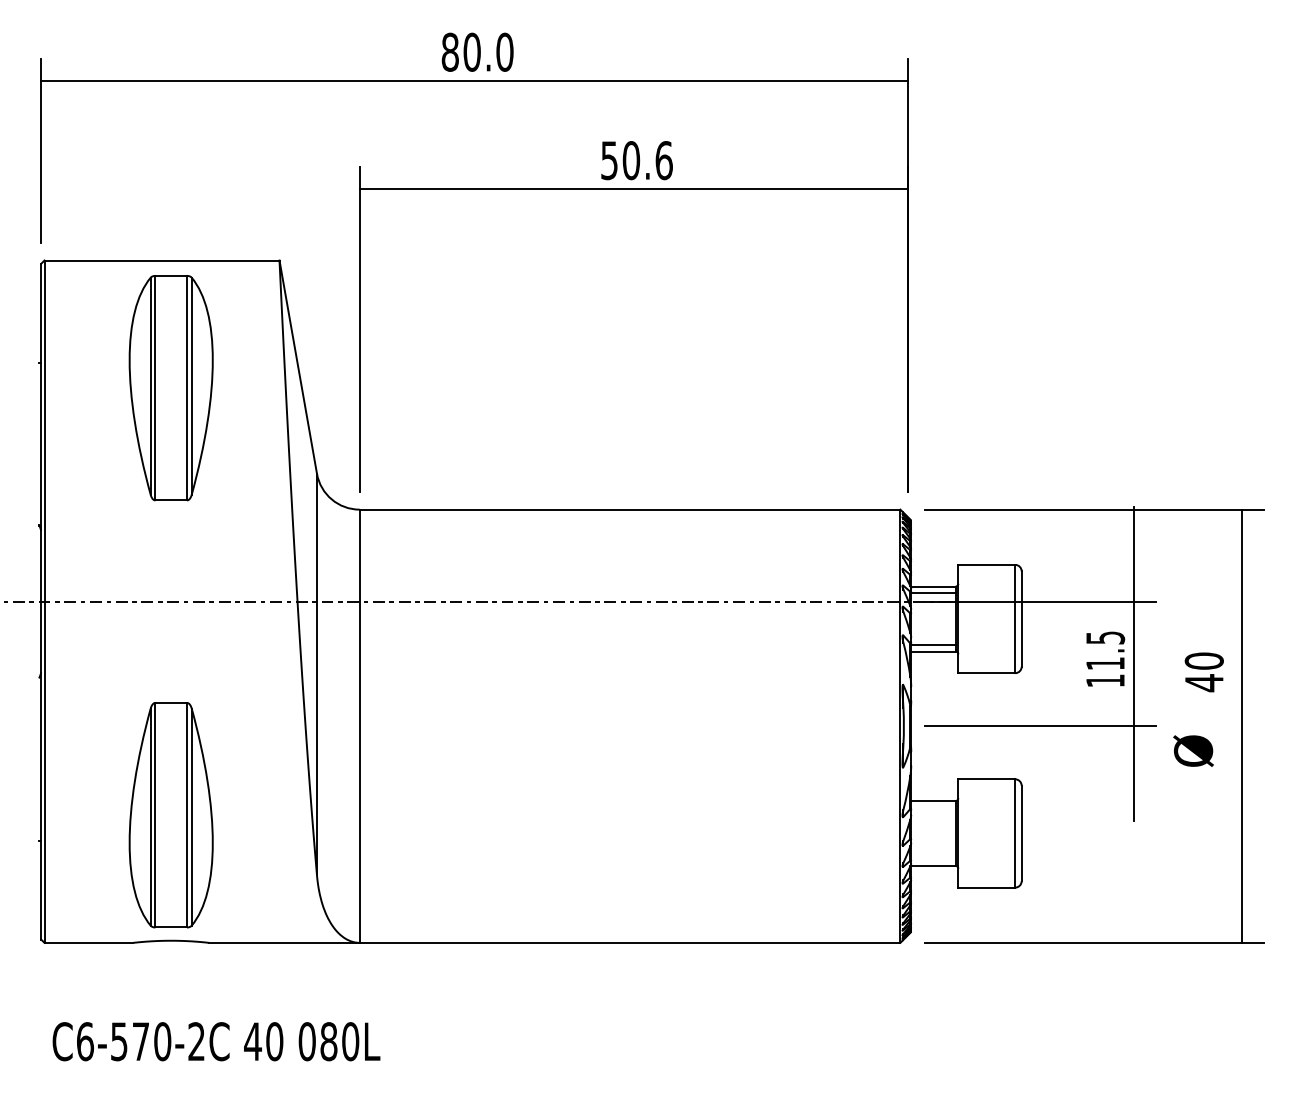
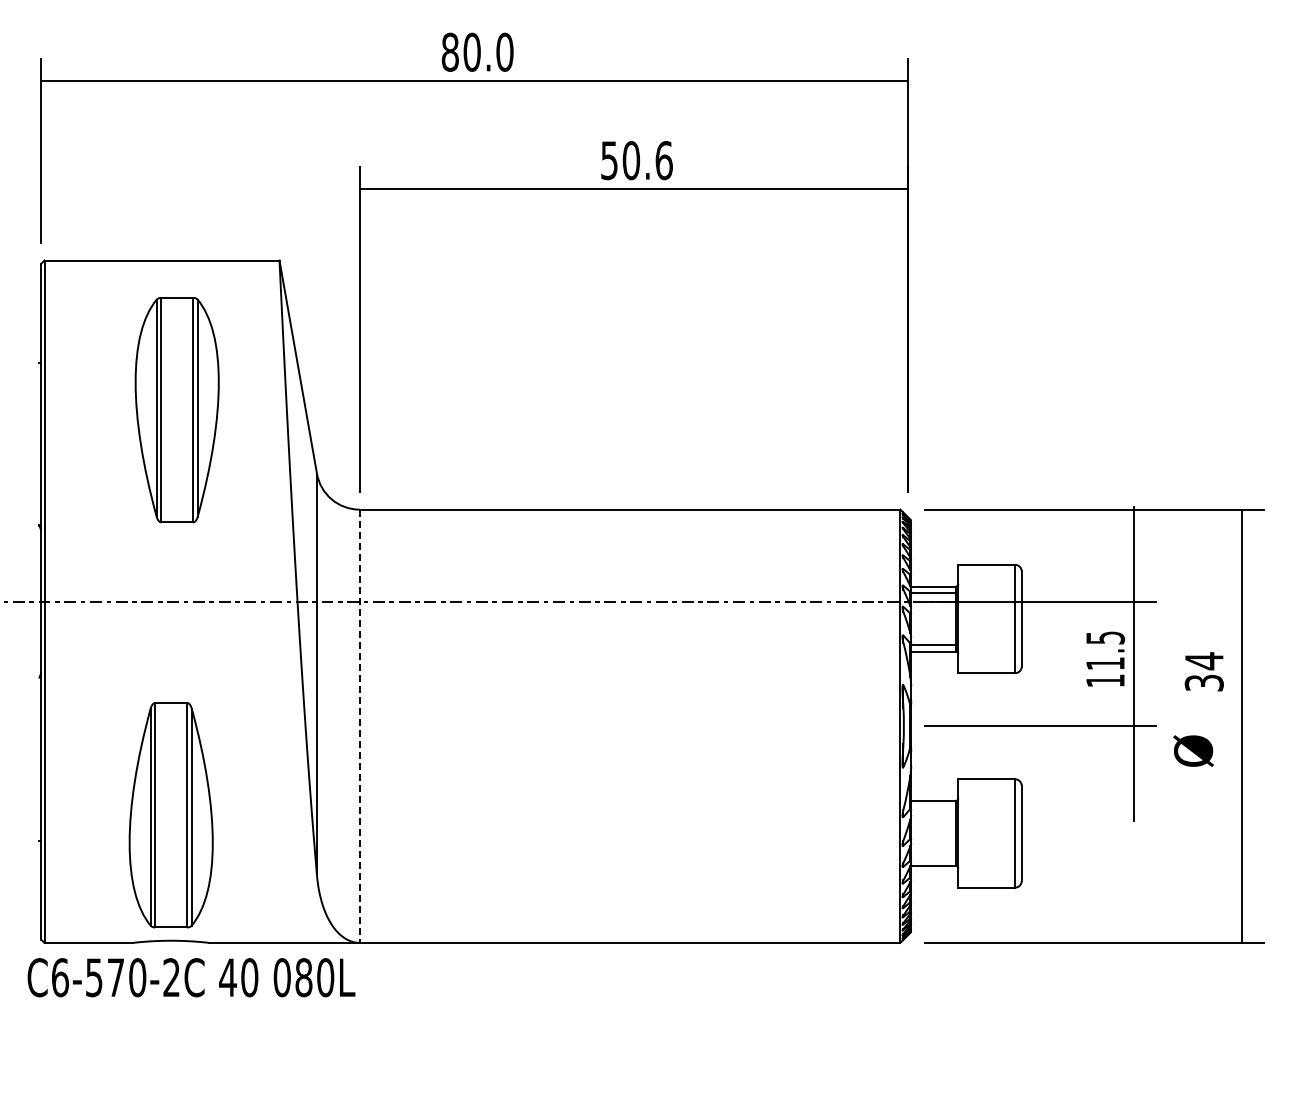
part at (170, 388) position: (170, 388) -> (176, 410)
text at (1203, 672): 40 -> 34
line at (359, 726): solid -> dashed
text at (216, 1041) position: (216, 1041) -> (191, 977)
